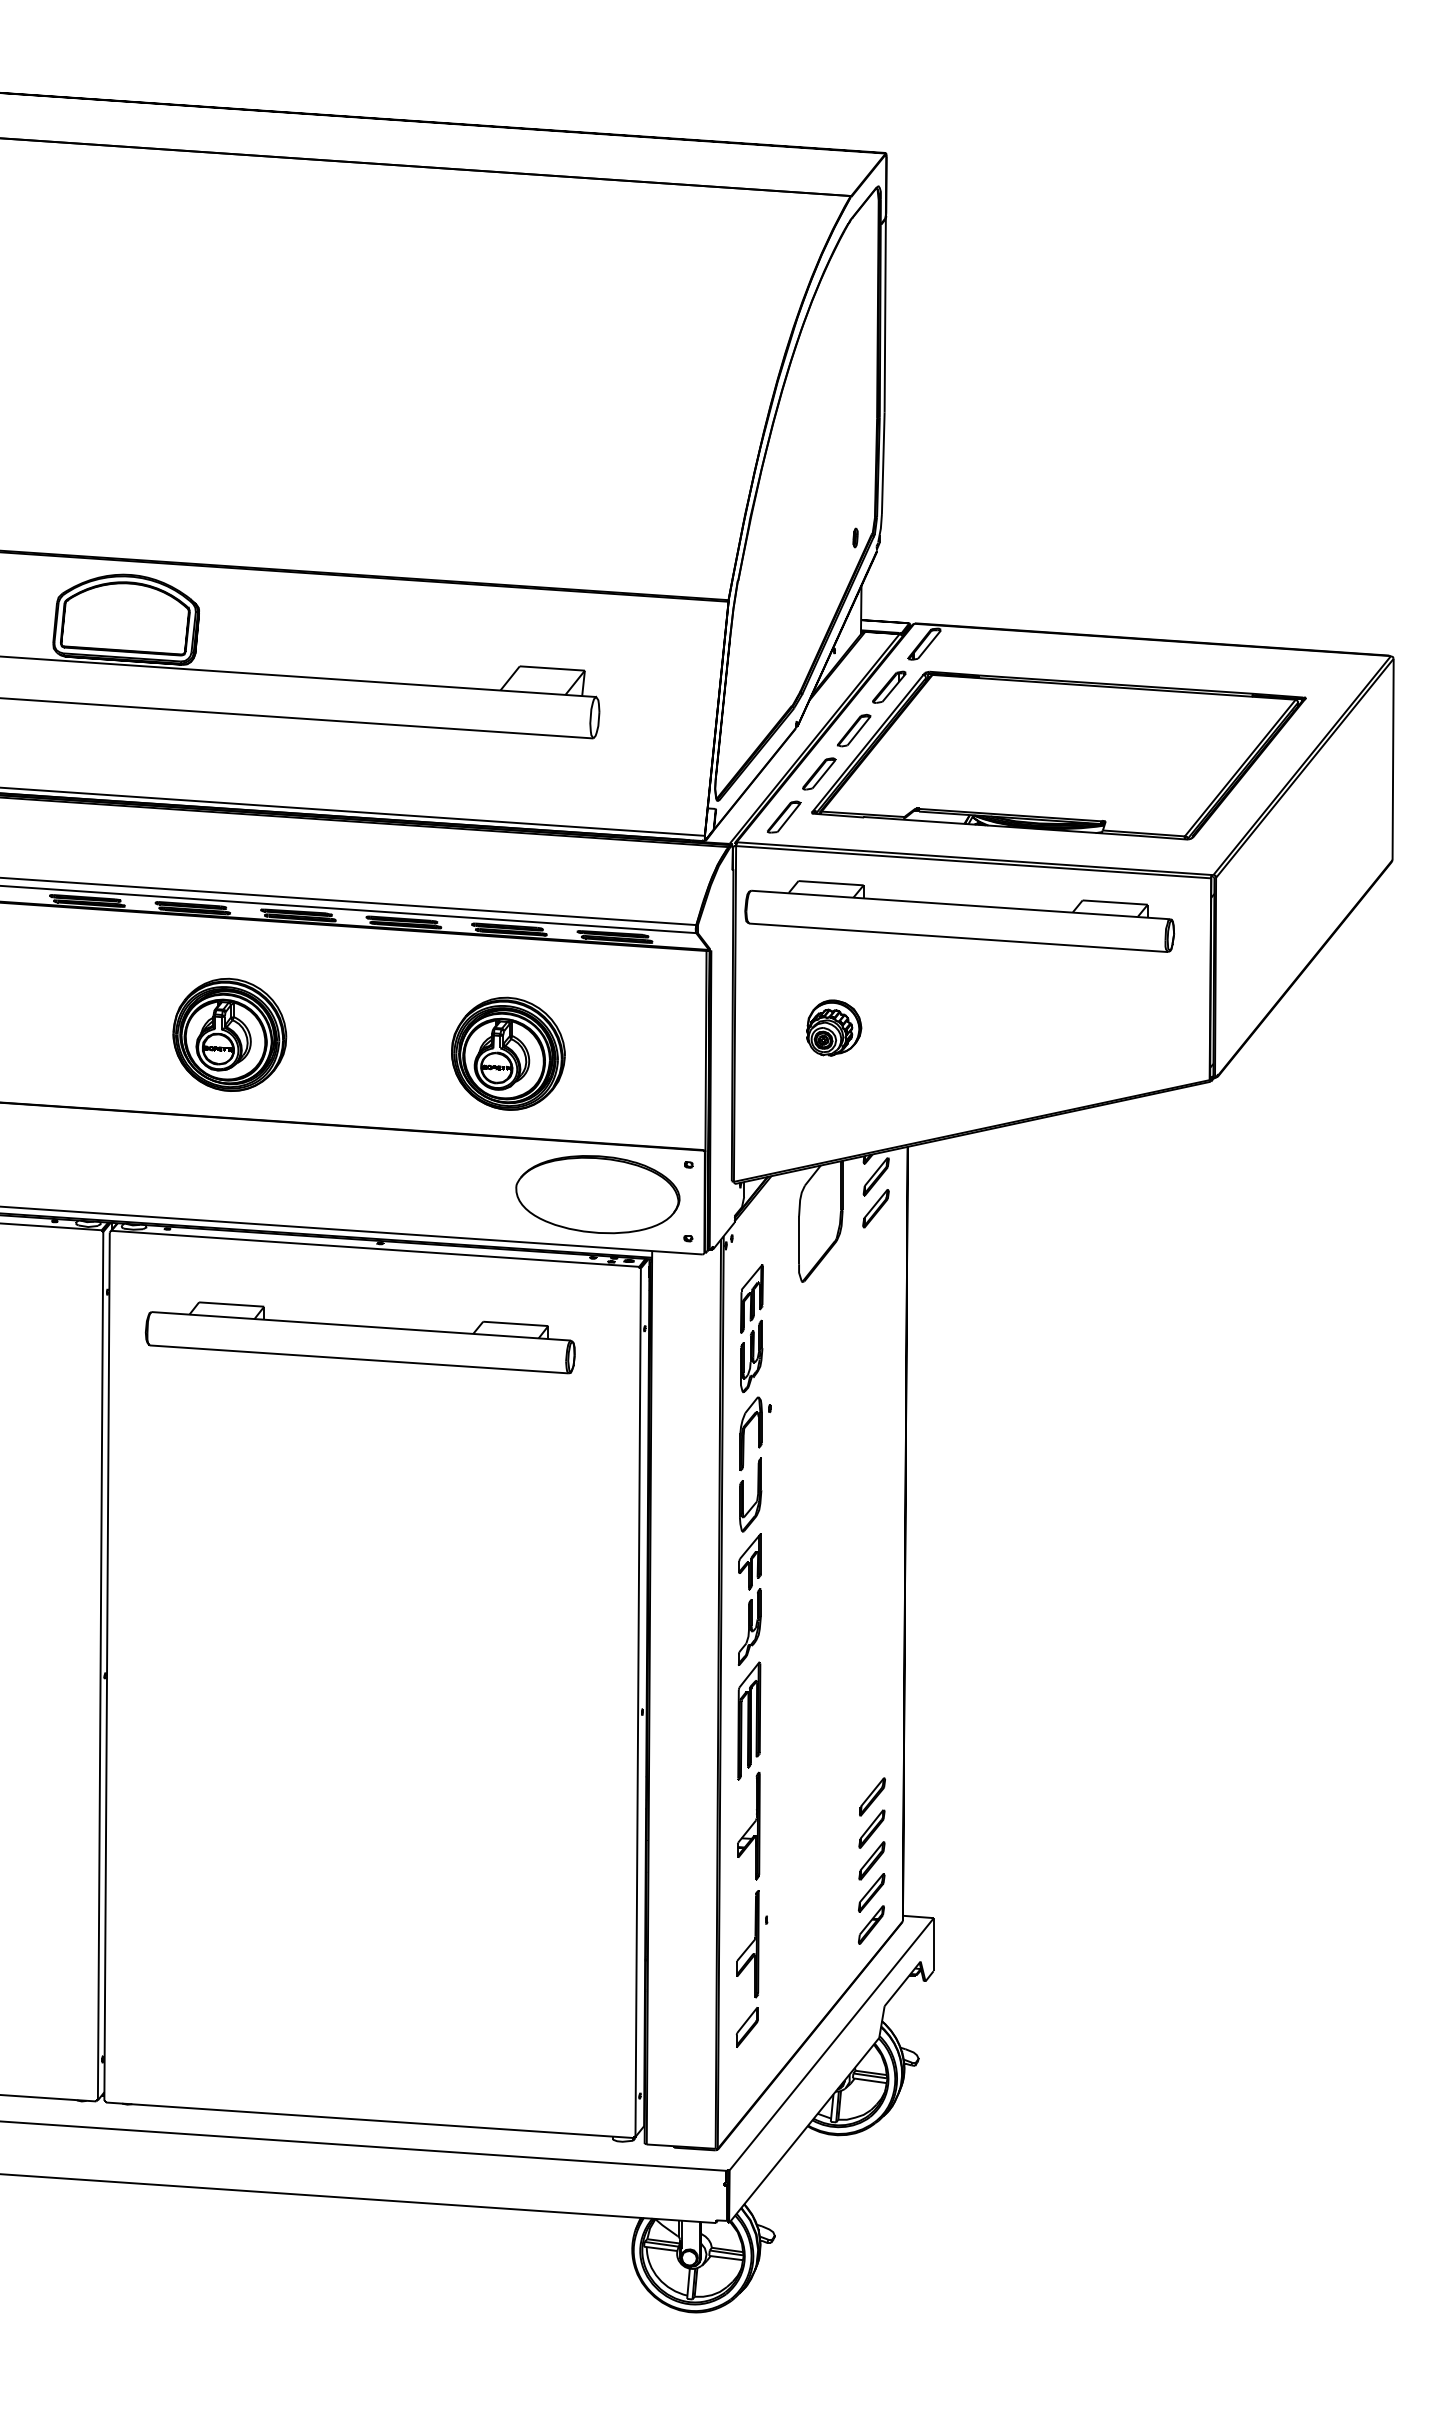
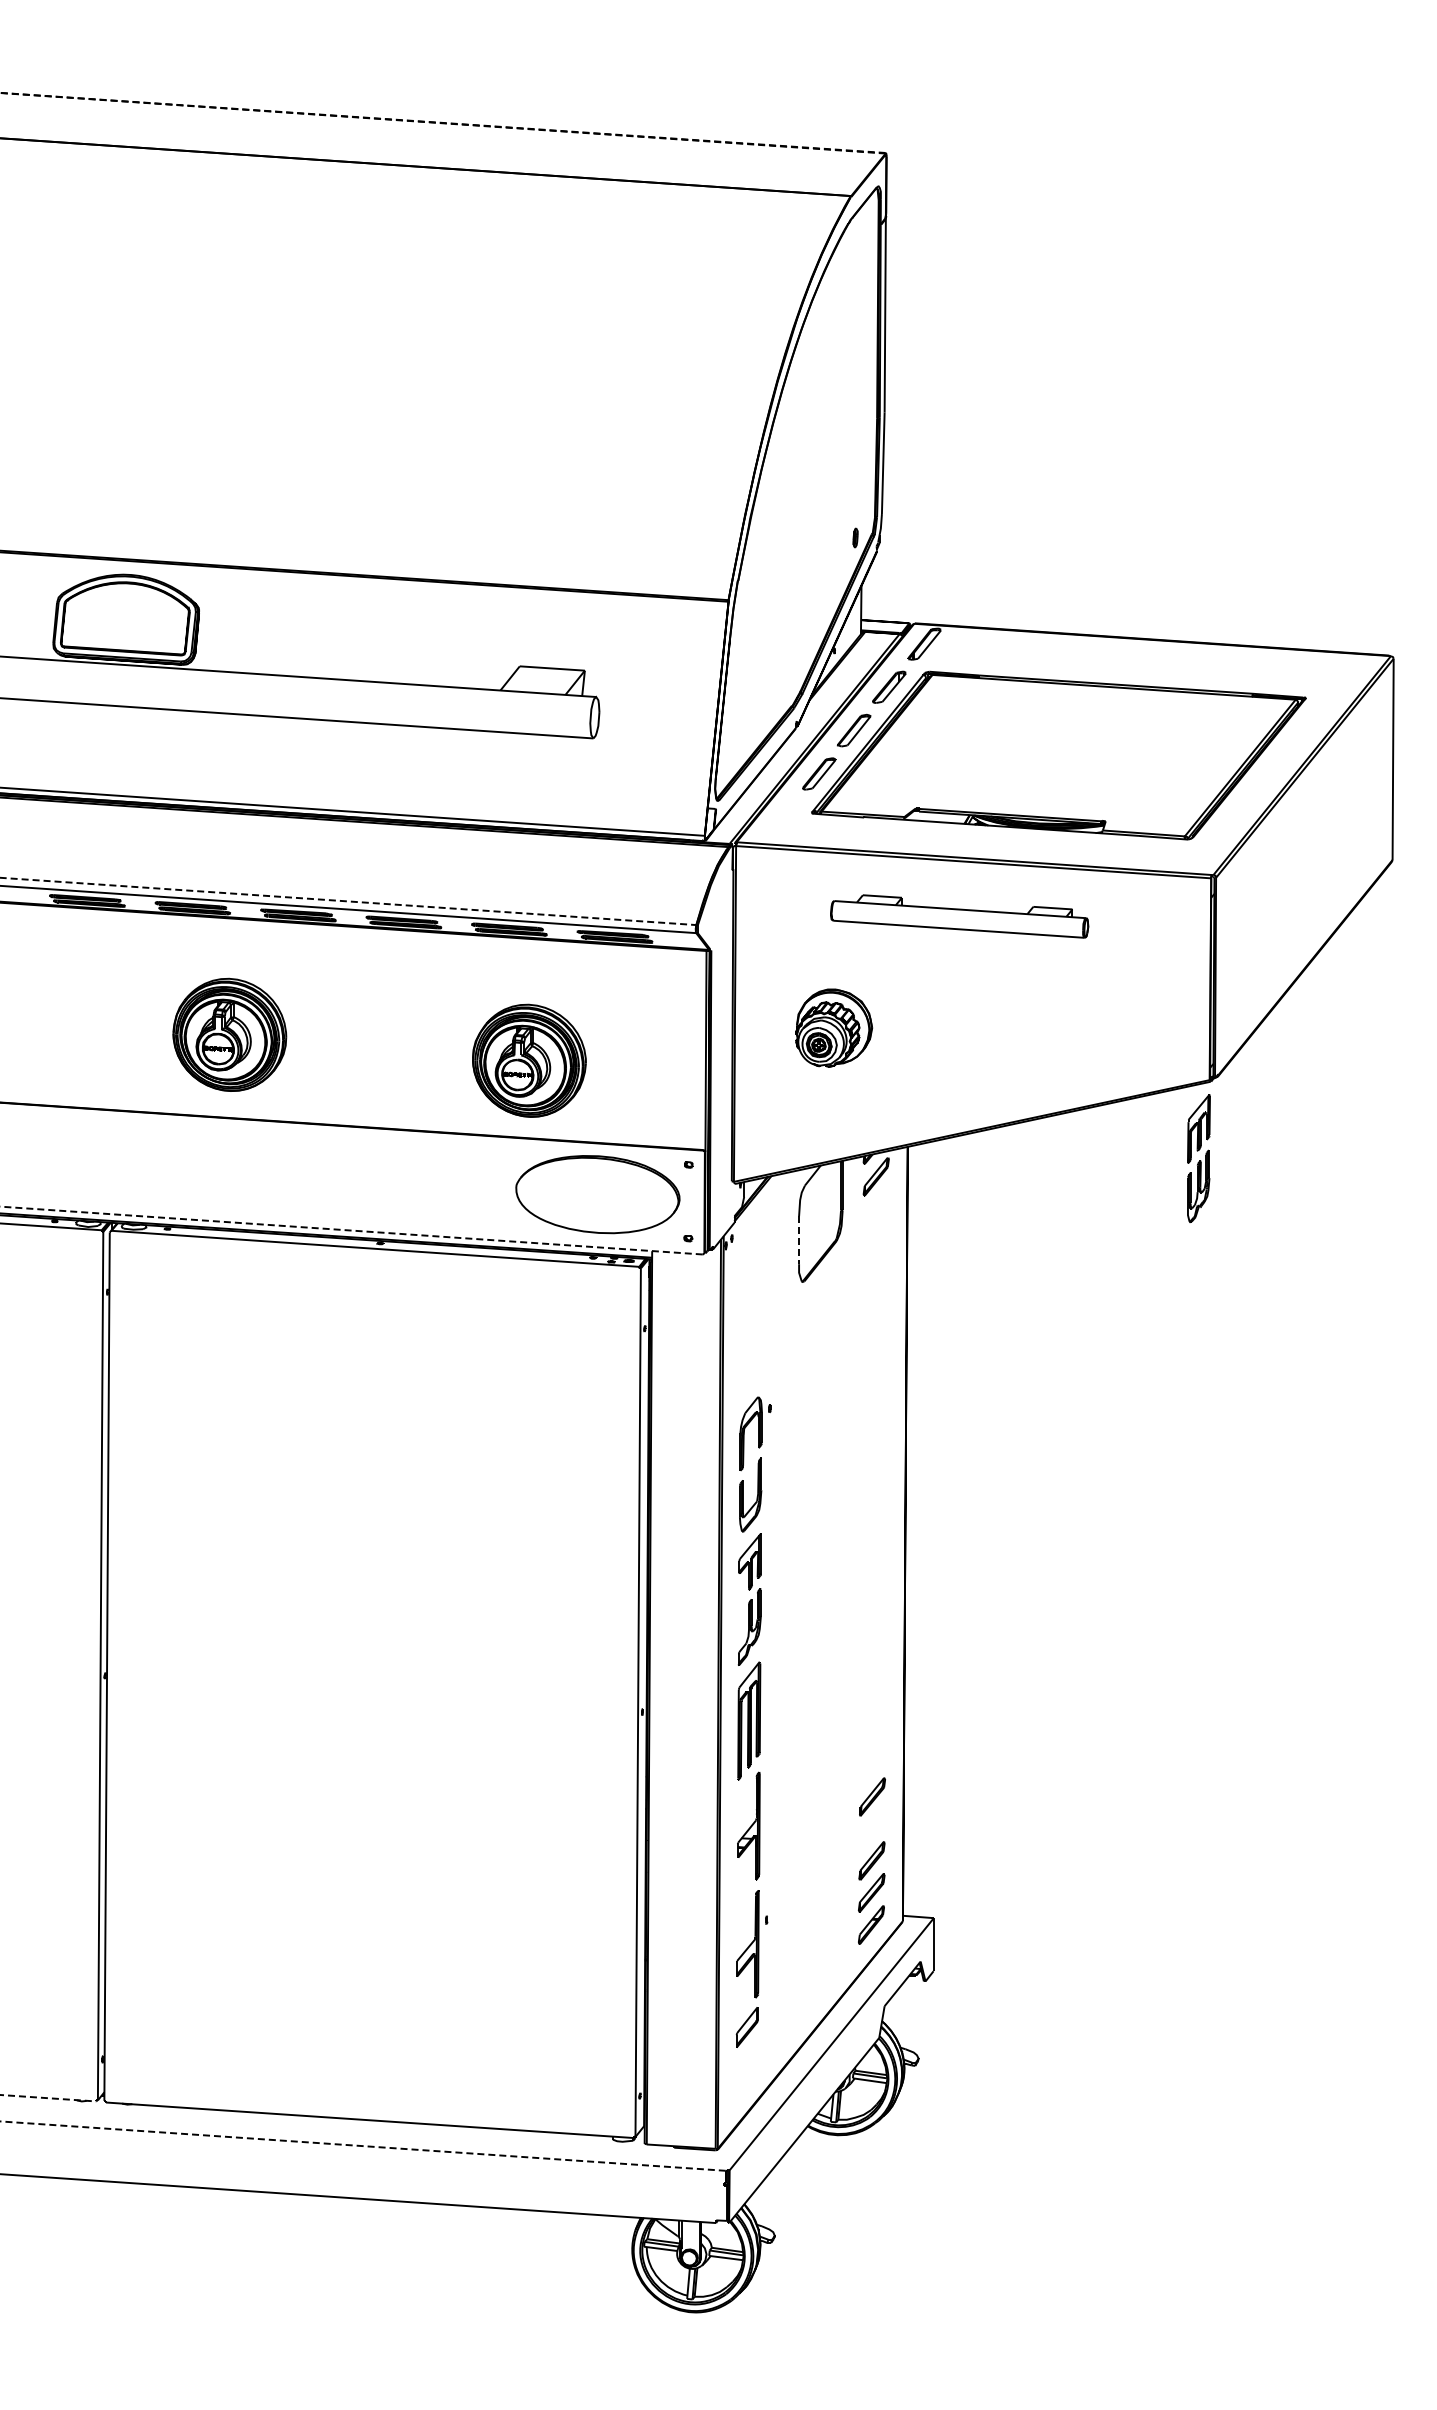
line at (0, 93): solid -> dashed
part at (784, 816): present -> none
line at (349, 901): solid -> dashed
part at (959, 916) size: 431x73 px -> 260x45 px
part at (834, 1027) size: 57x58 px -> 79x80 px
part at (508, 1053) position: (508, 1053) -> (529, 1060)
part at (875, 1208): present -> none
line at (351, 1230): solid -> dashed
line at (799, 1240): solid -> dashed
part at (751, 1328) position: (751, 1328) -> (1198, 1158)
part at (360, 1337): present -> none
part at (871, 1828): present -> none
line at (48, 2098): solid -> dashed
line at (363, 2146): solid -> dashed
